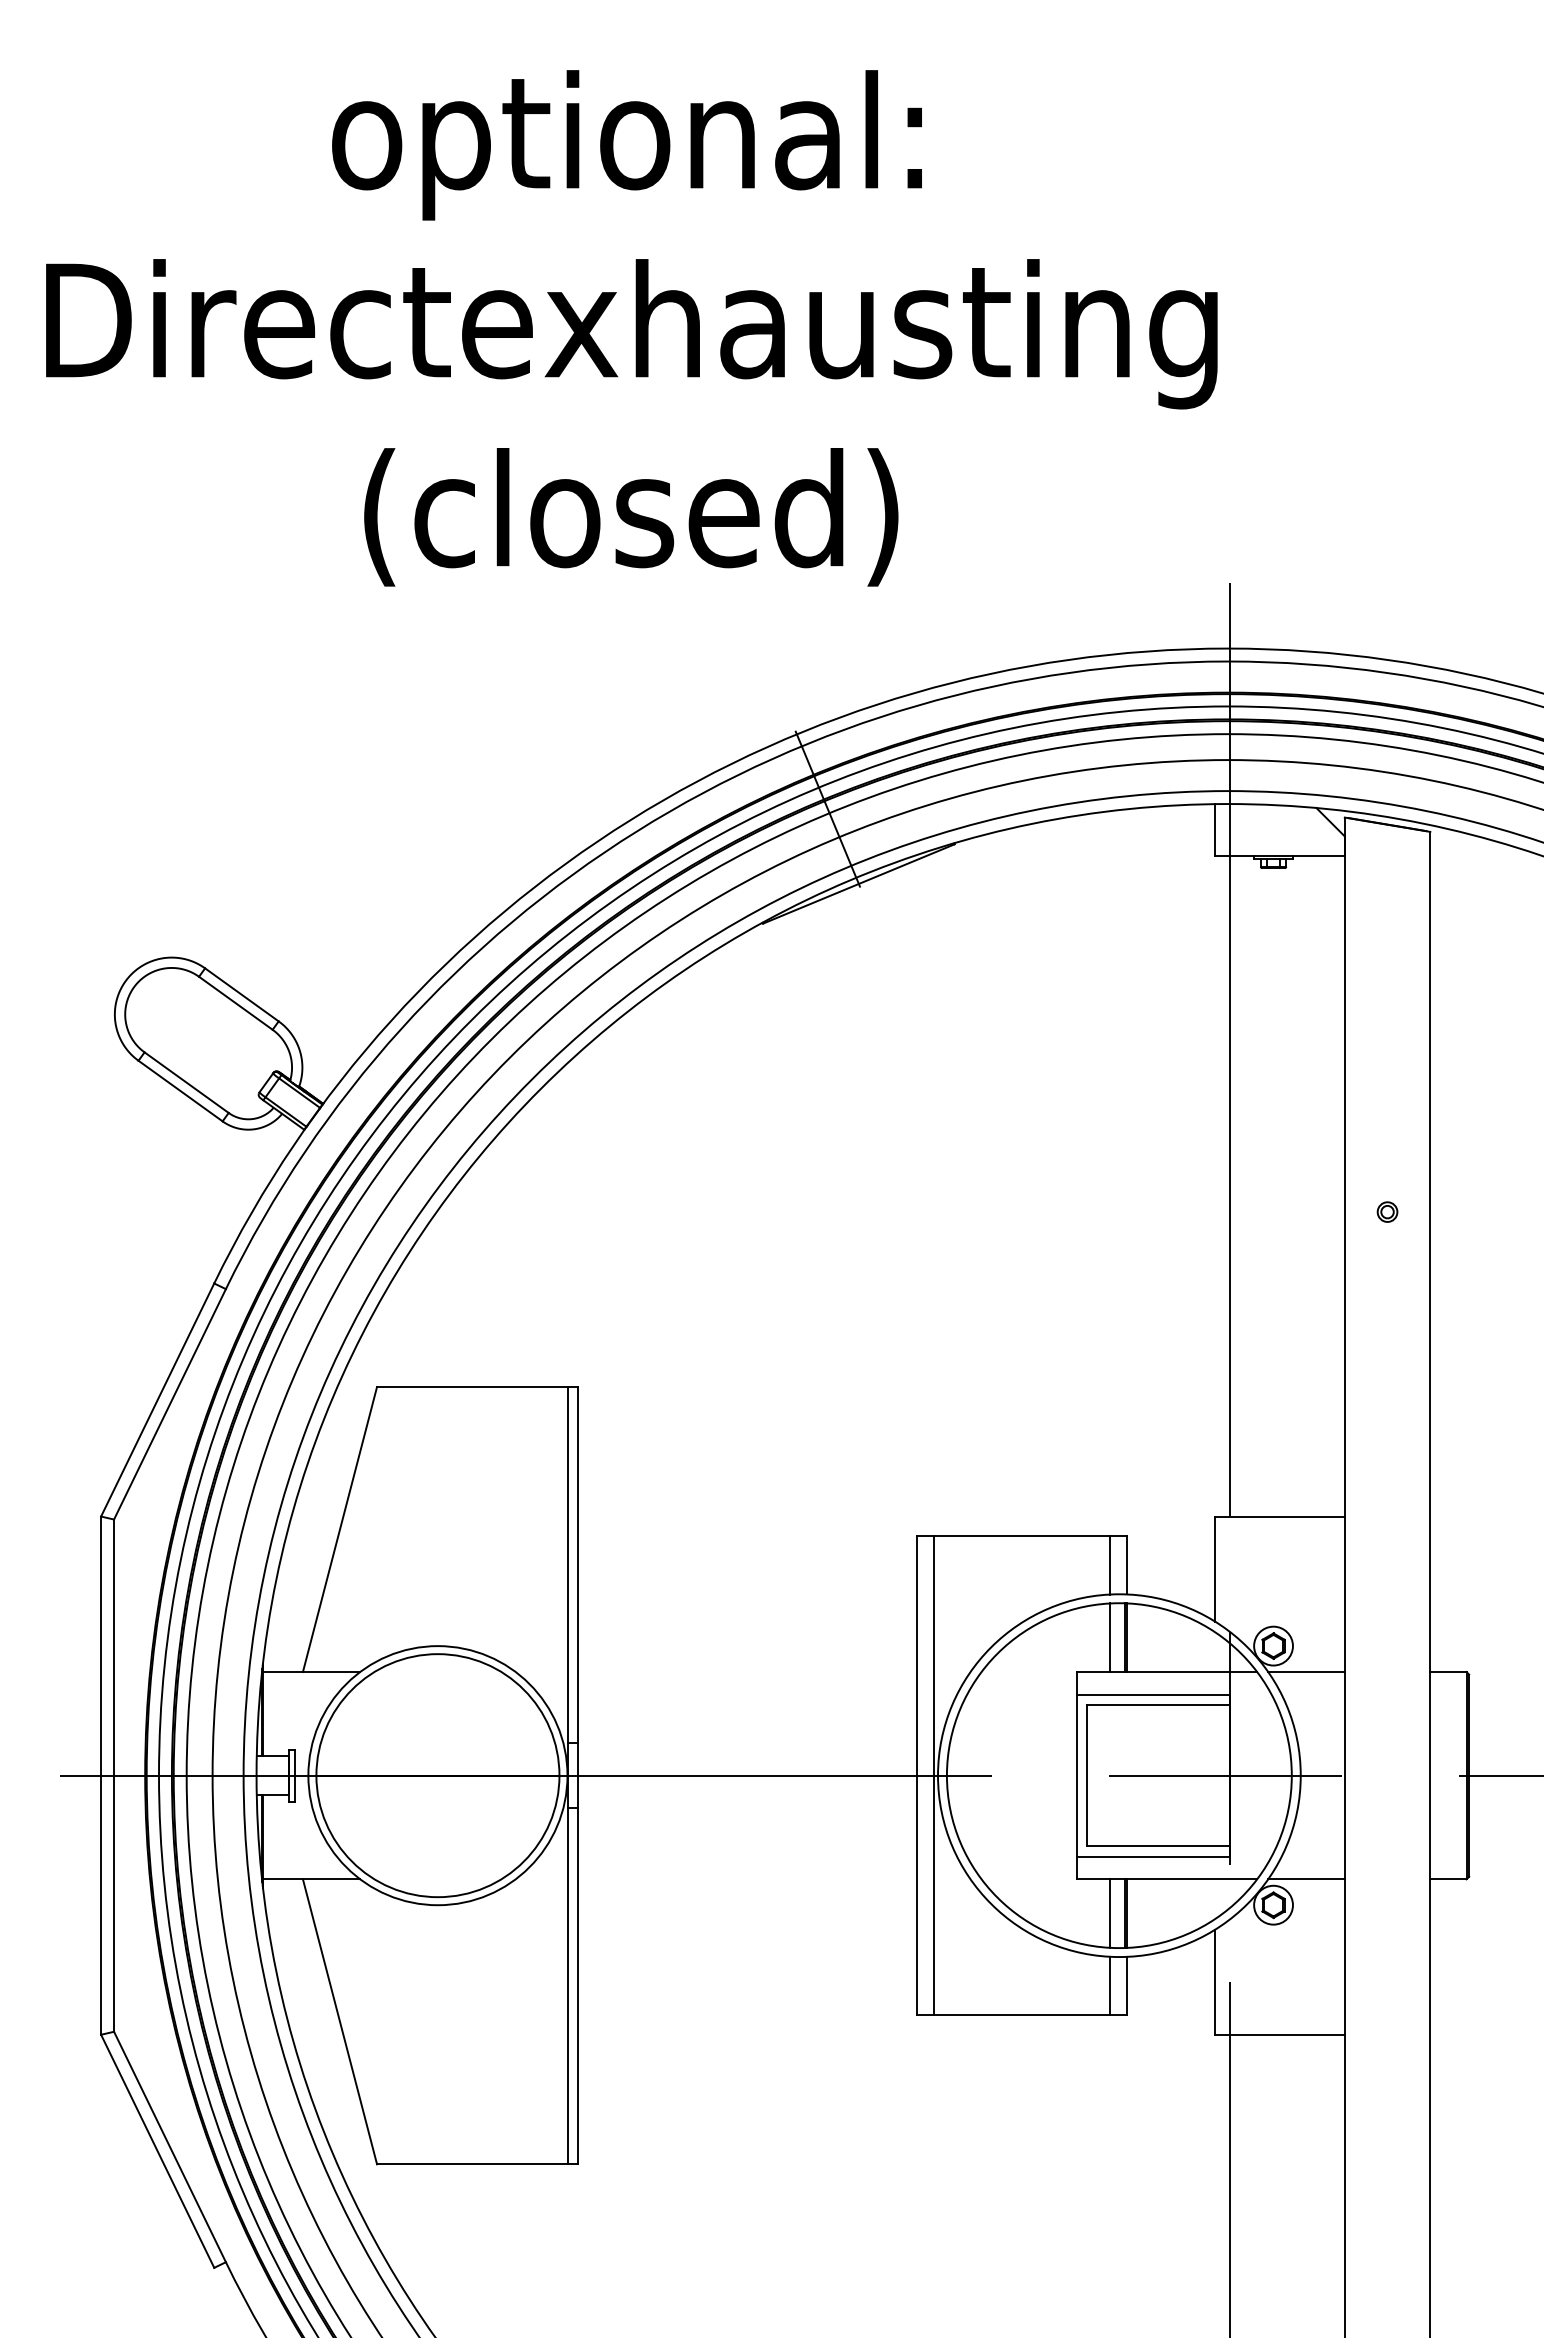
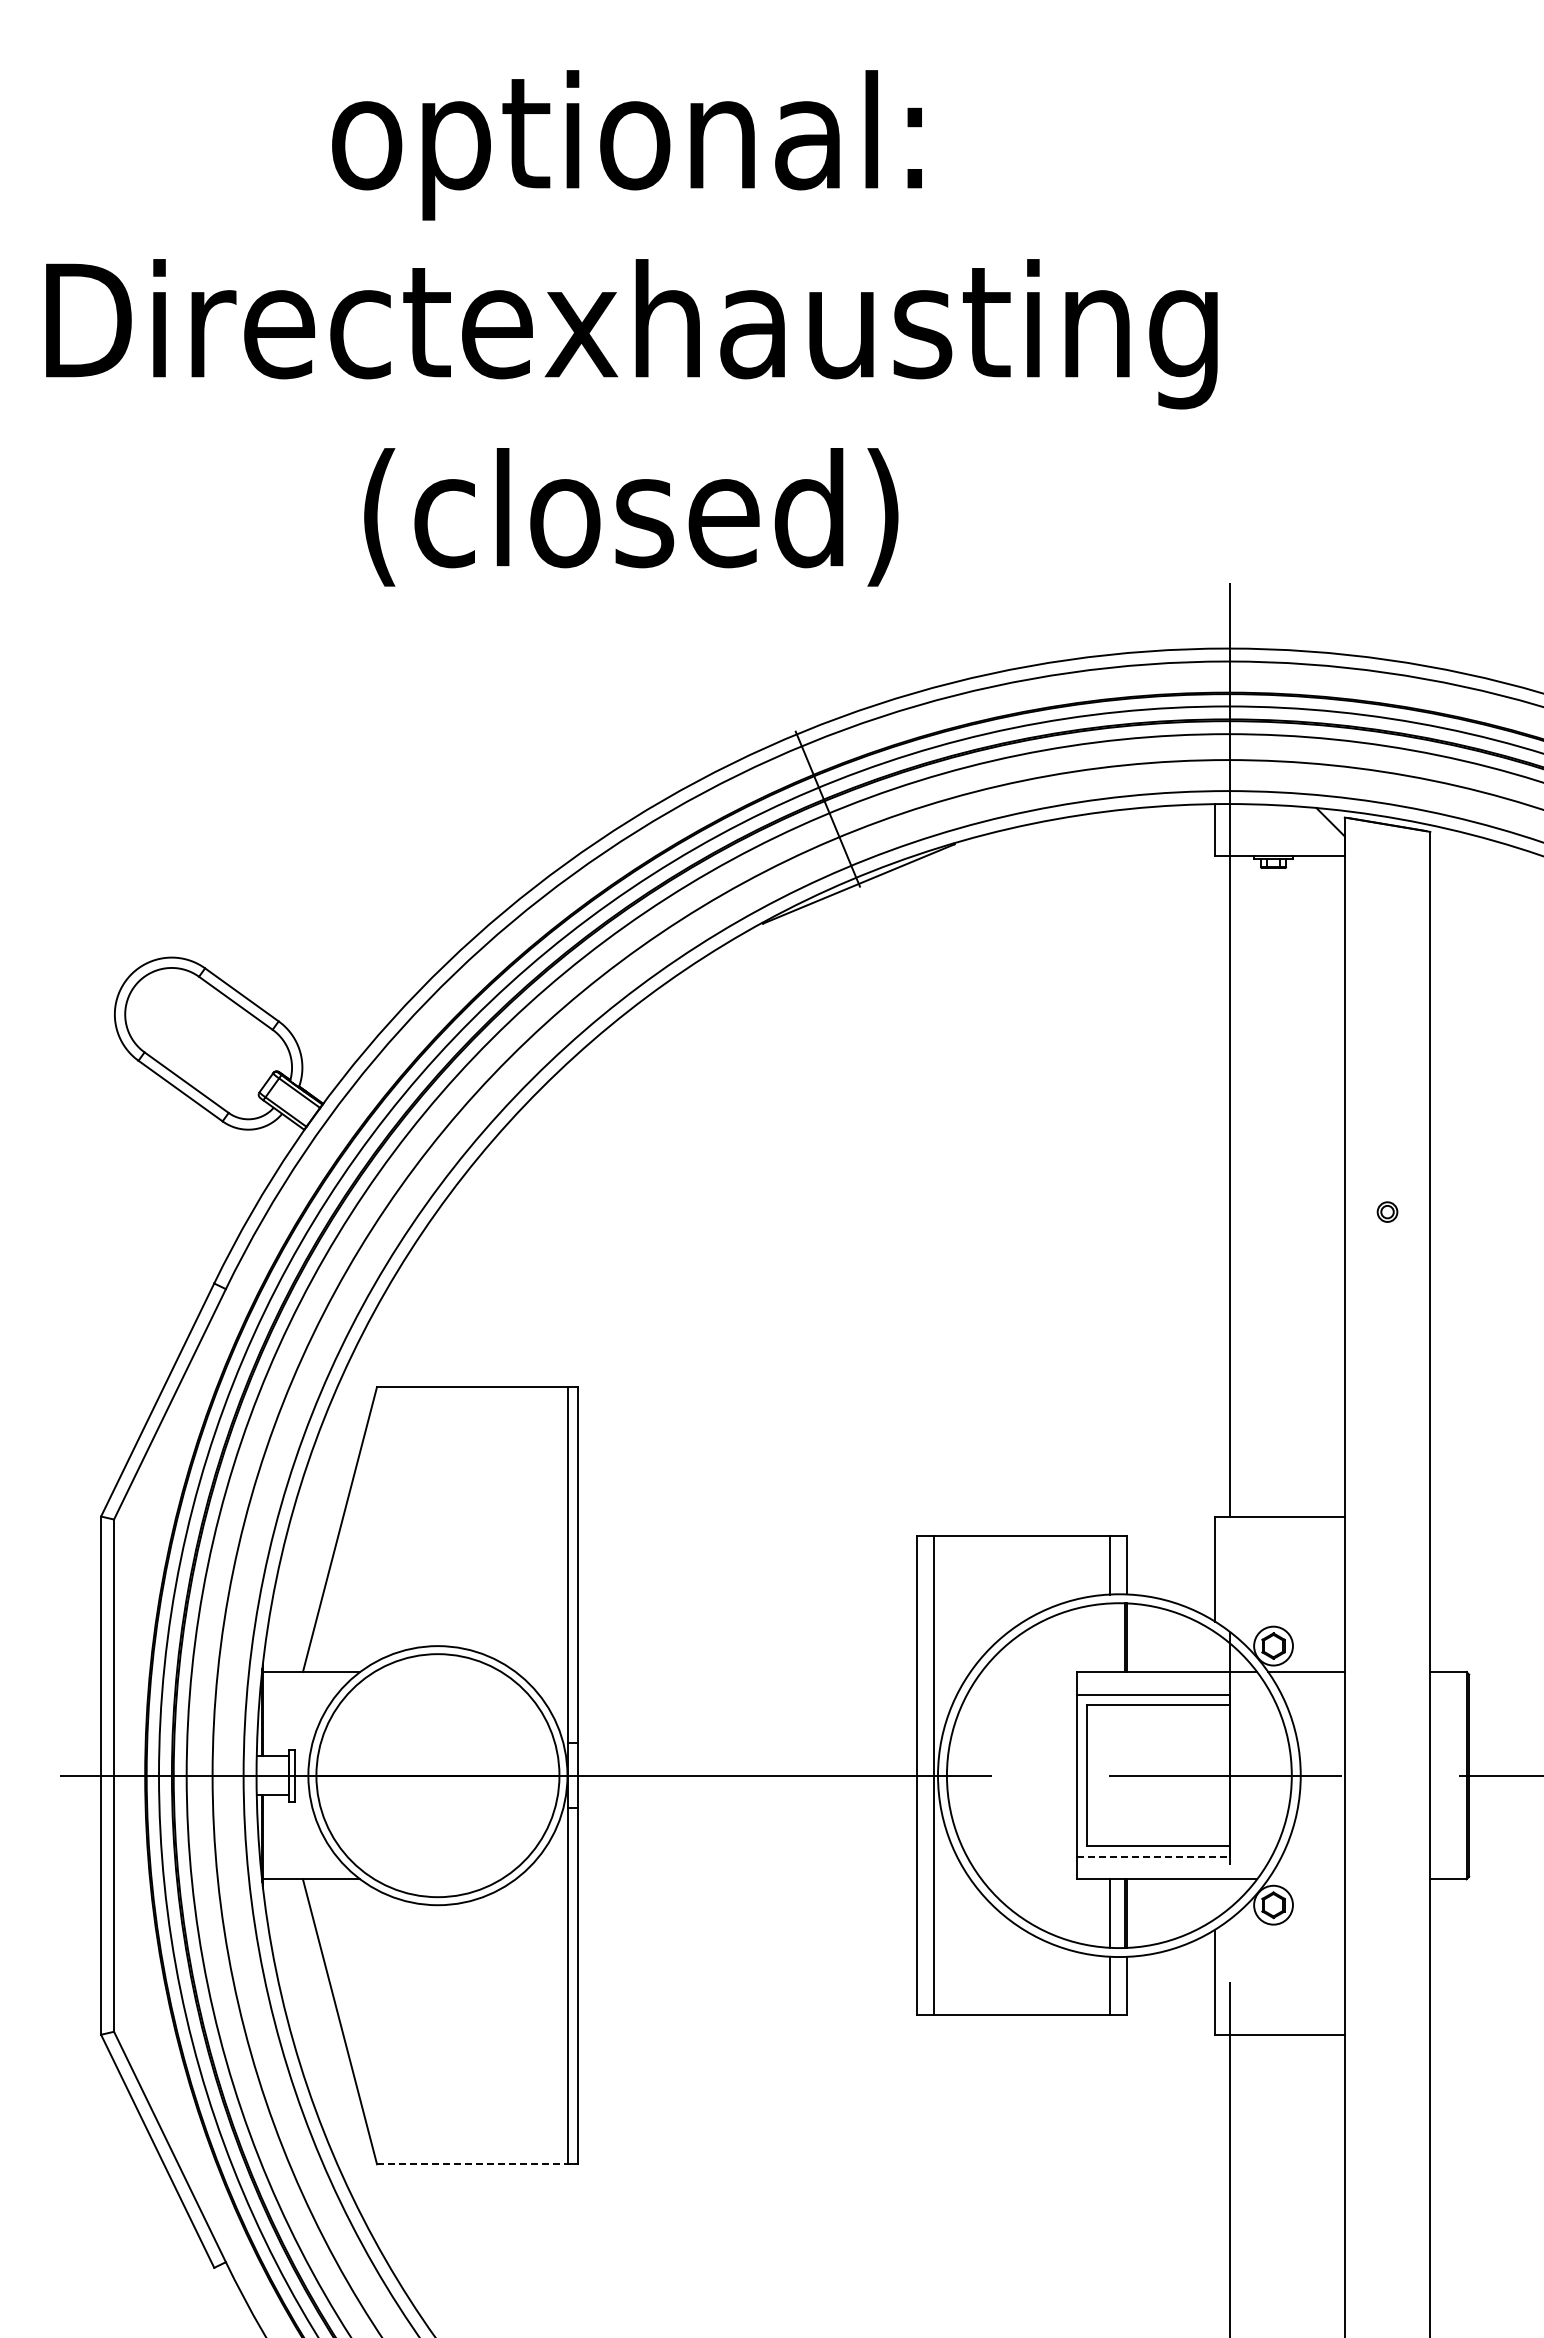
line at (1110, 1637): present -> none
line at (1153, 1856): solid -> dashed
line at (1306, 1879): present -> none
line at (472, 2164): solid -> dashed
